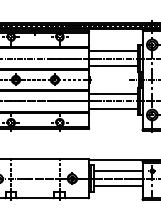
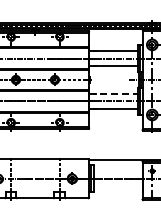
line at (113, 93): solid -> dashed
line at (117, 170): present -> none
line at (117, 186): present -> none
